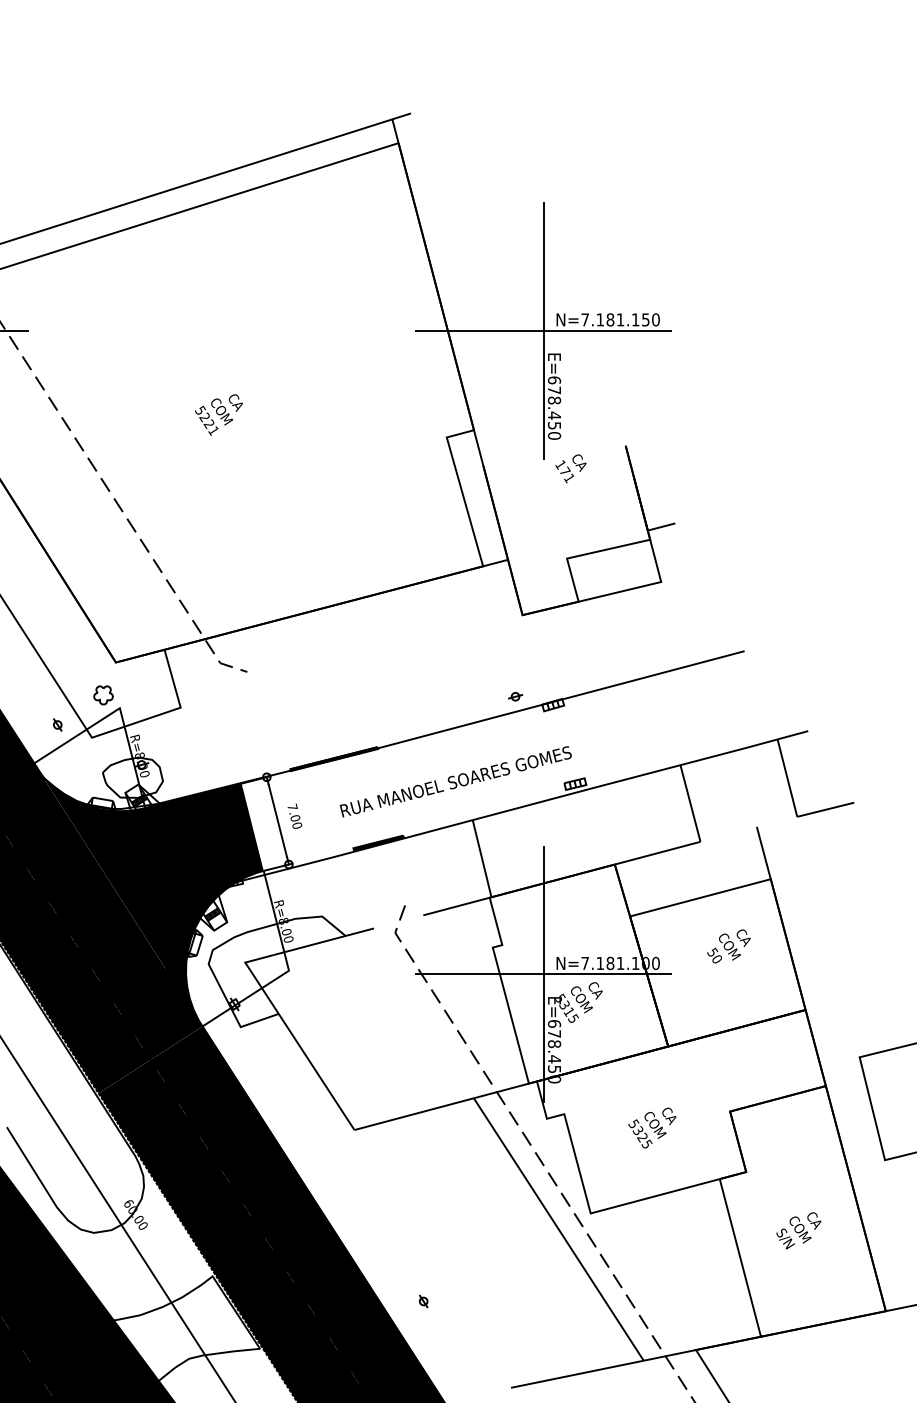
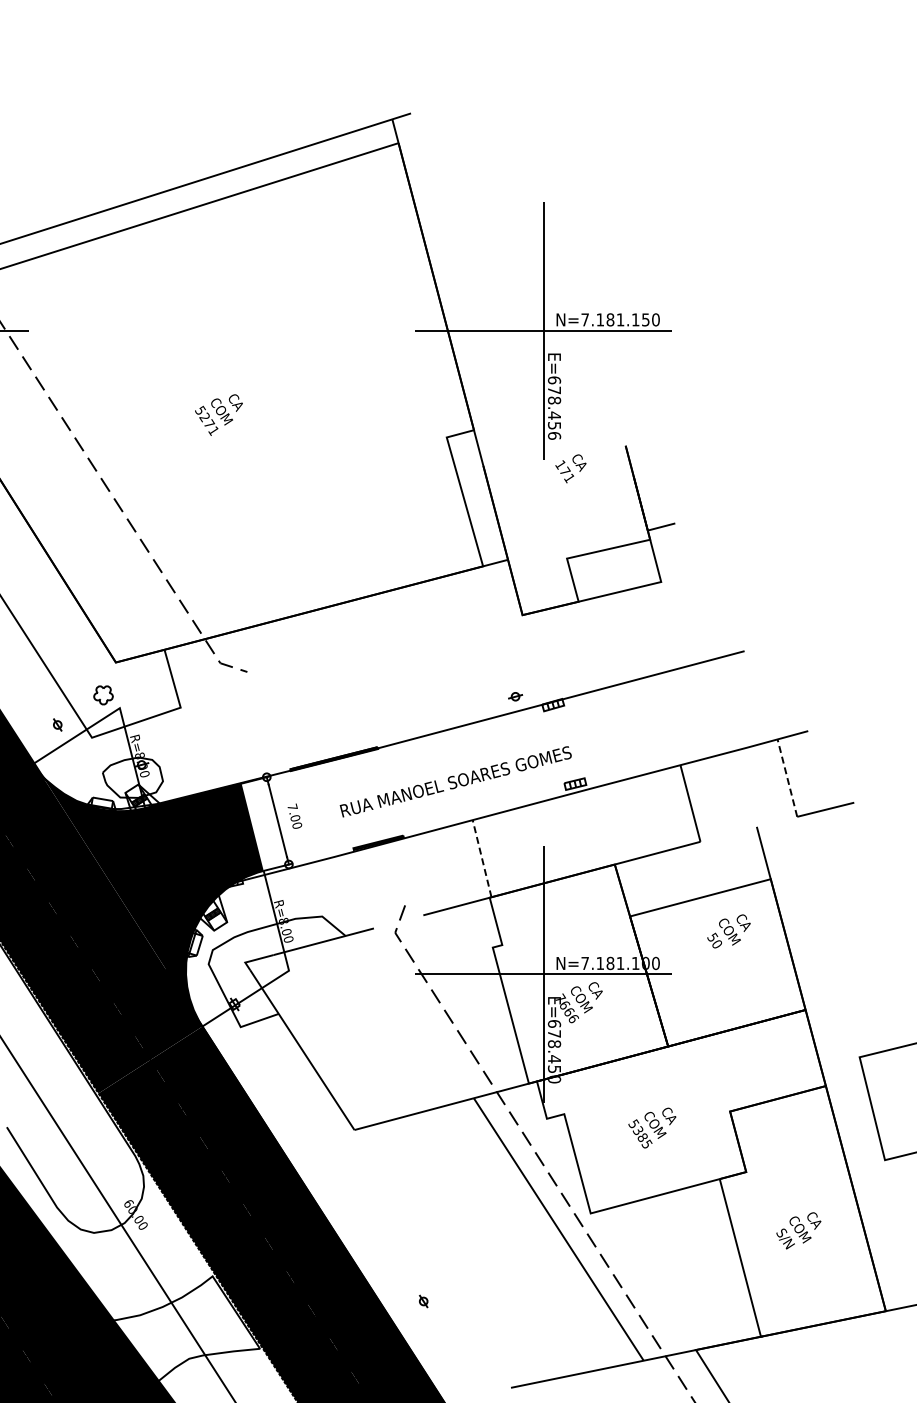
text at (209, 424): 5221 -> 5271
text at (554, 435): E=678.450 -> E=678.456
line at (787, 778): solid -> dashed
line at (481, 857): solid -> dashed
text at (728, 946) position: (728, 946) -> (728, 931)
text at (566, 1008): 5315 -> 7666
text at (642, 1137): 5325 -> 5385
